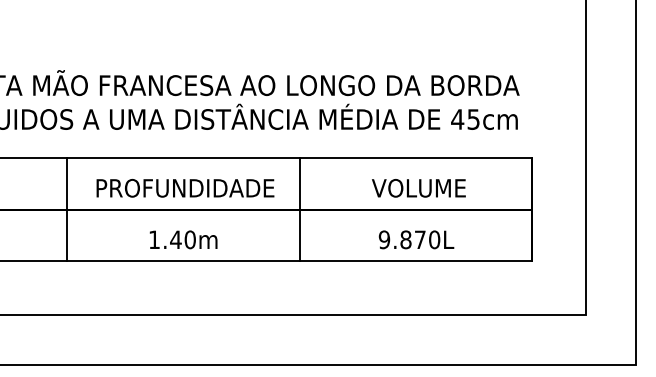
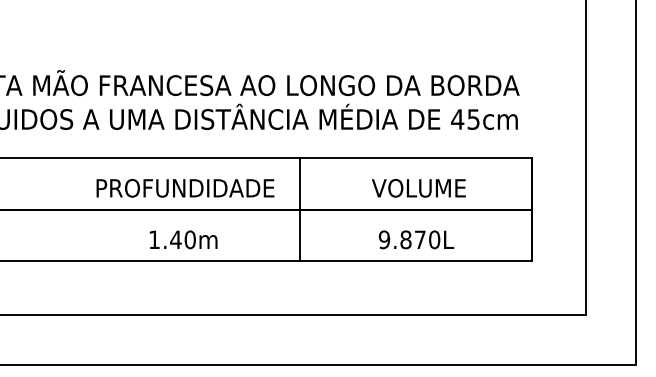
line at (67, 209): present -> none
